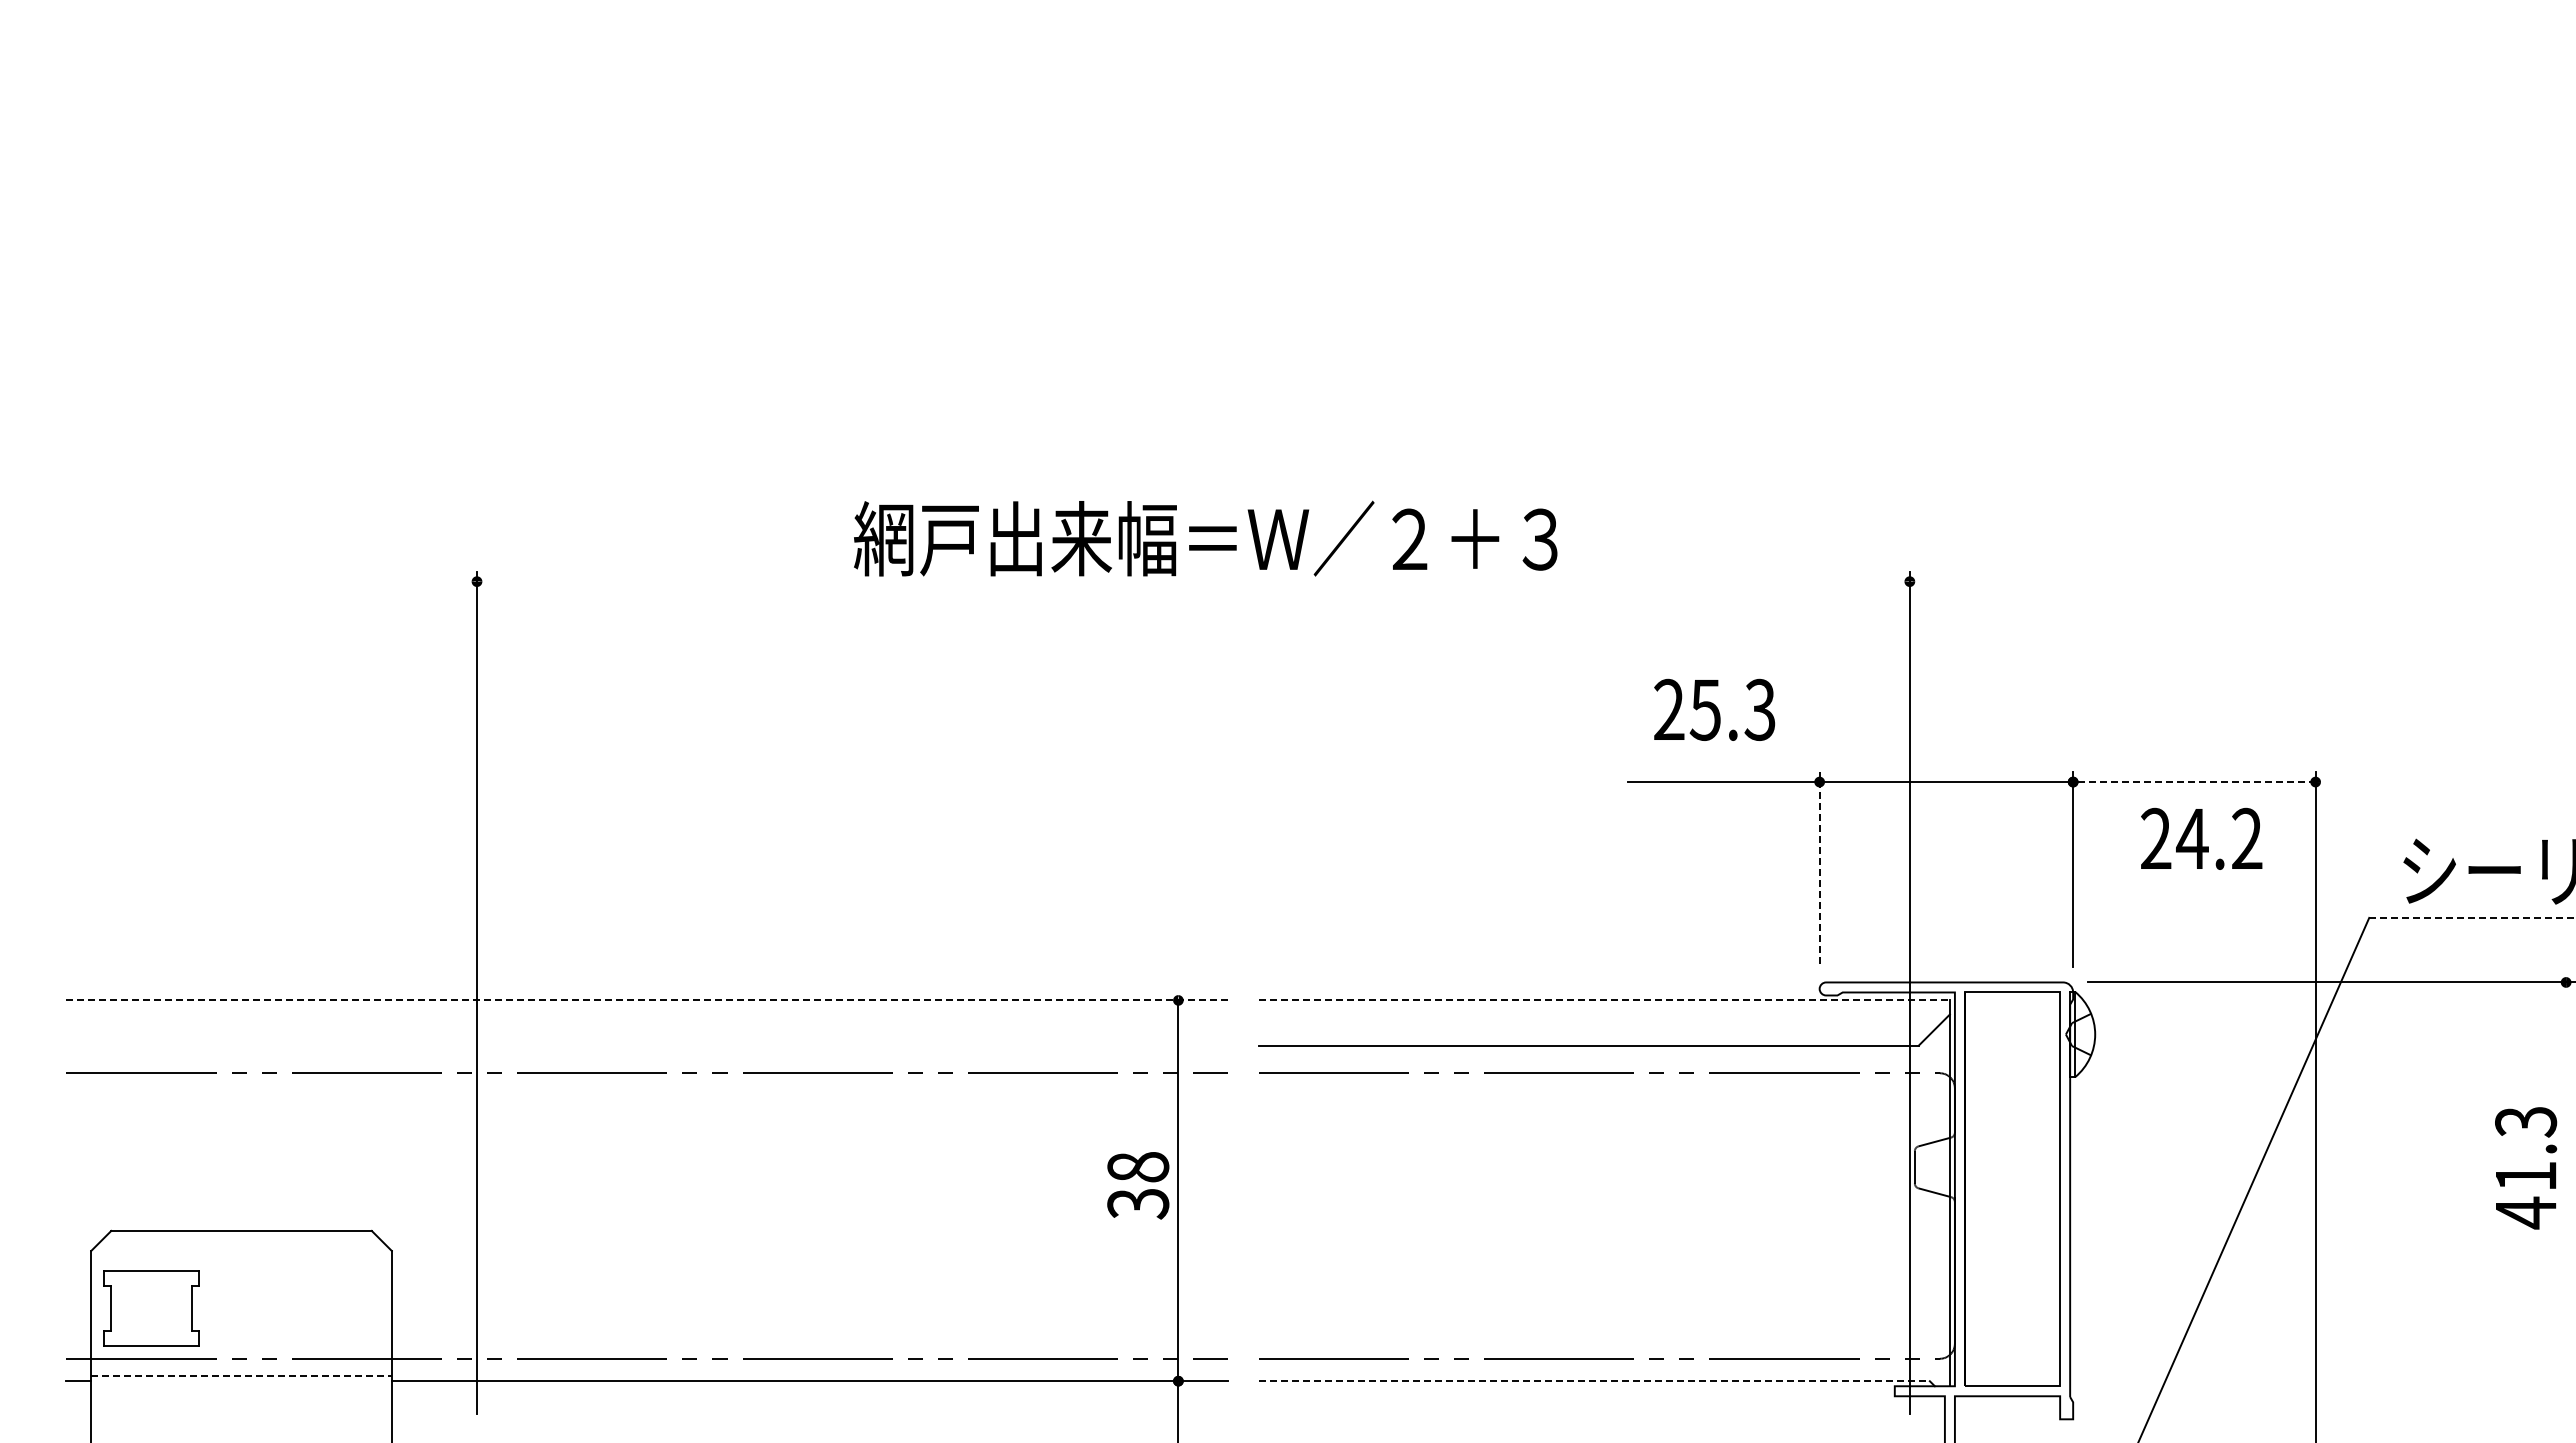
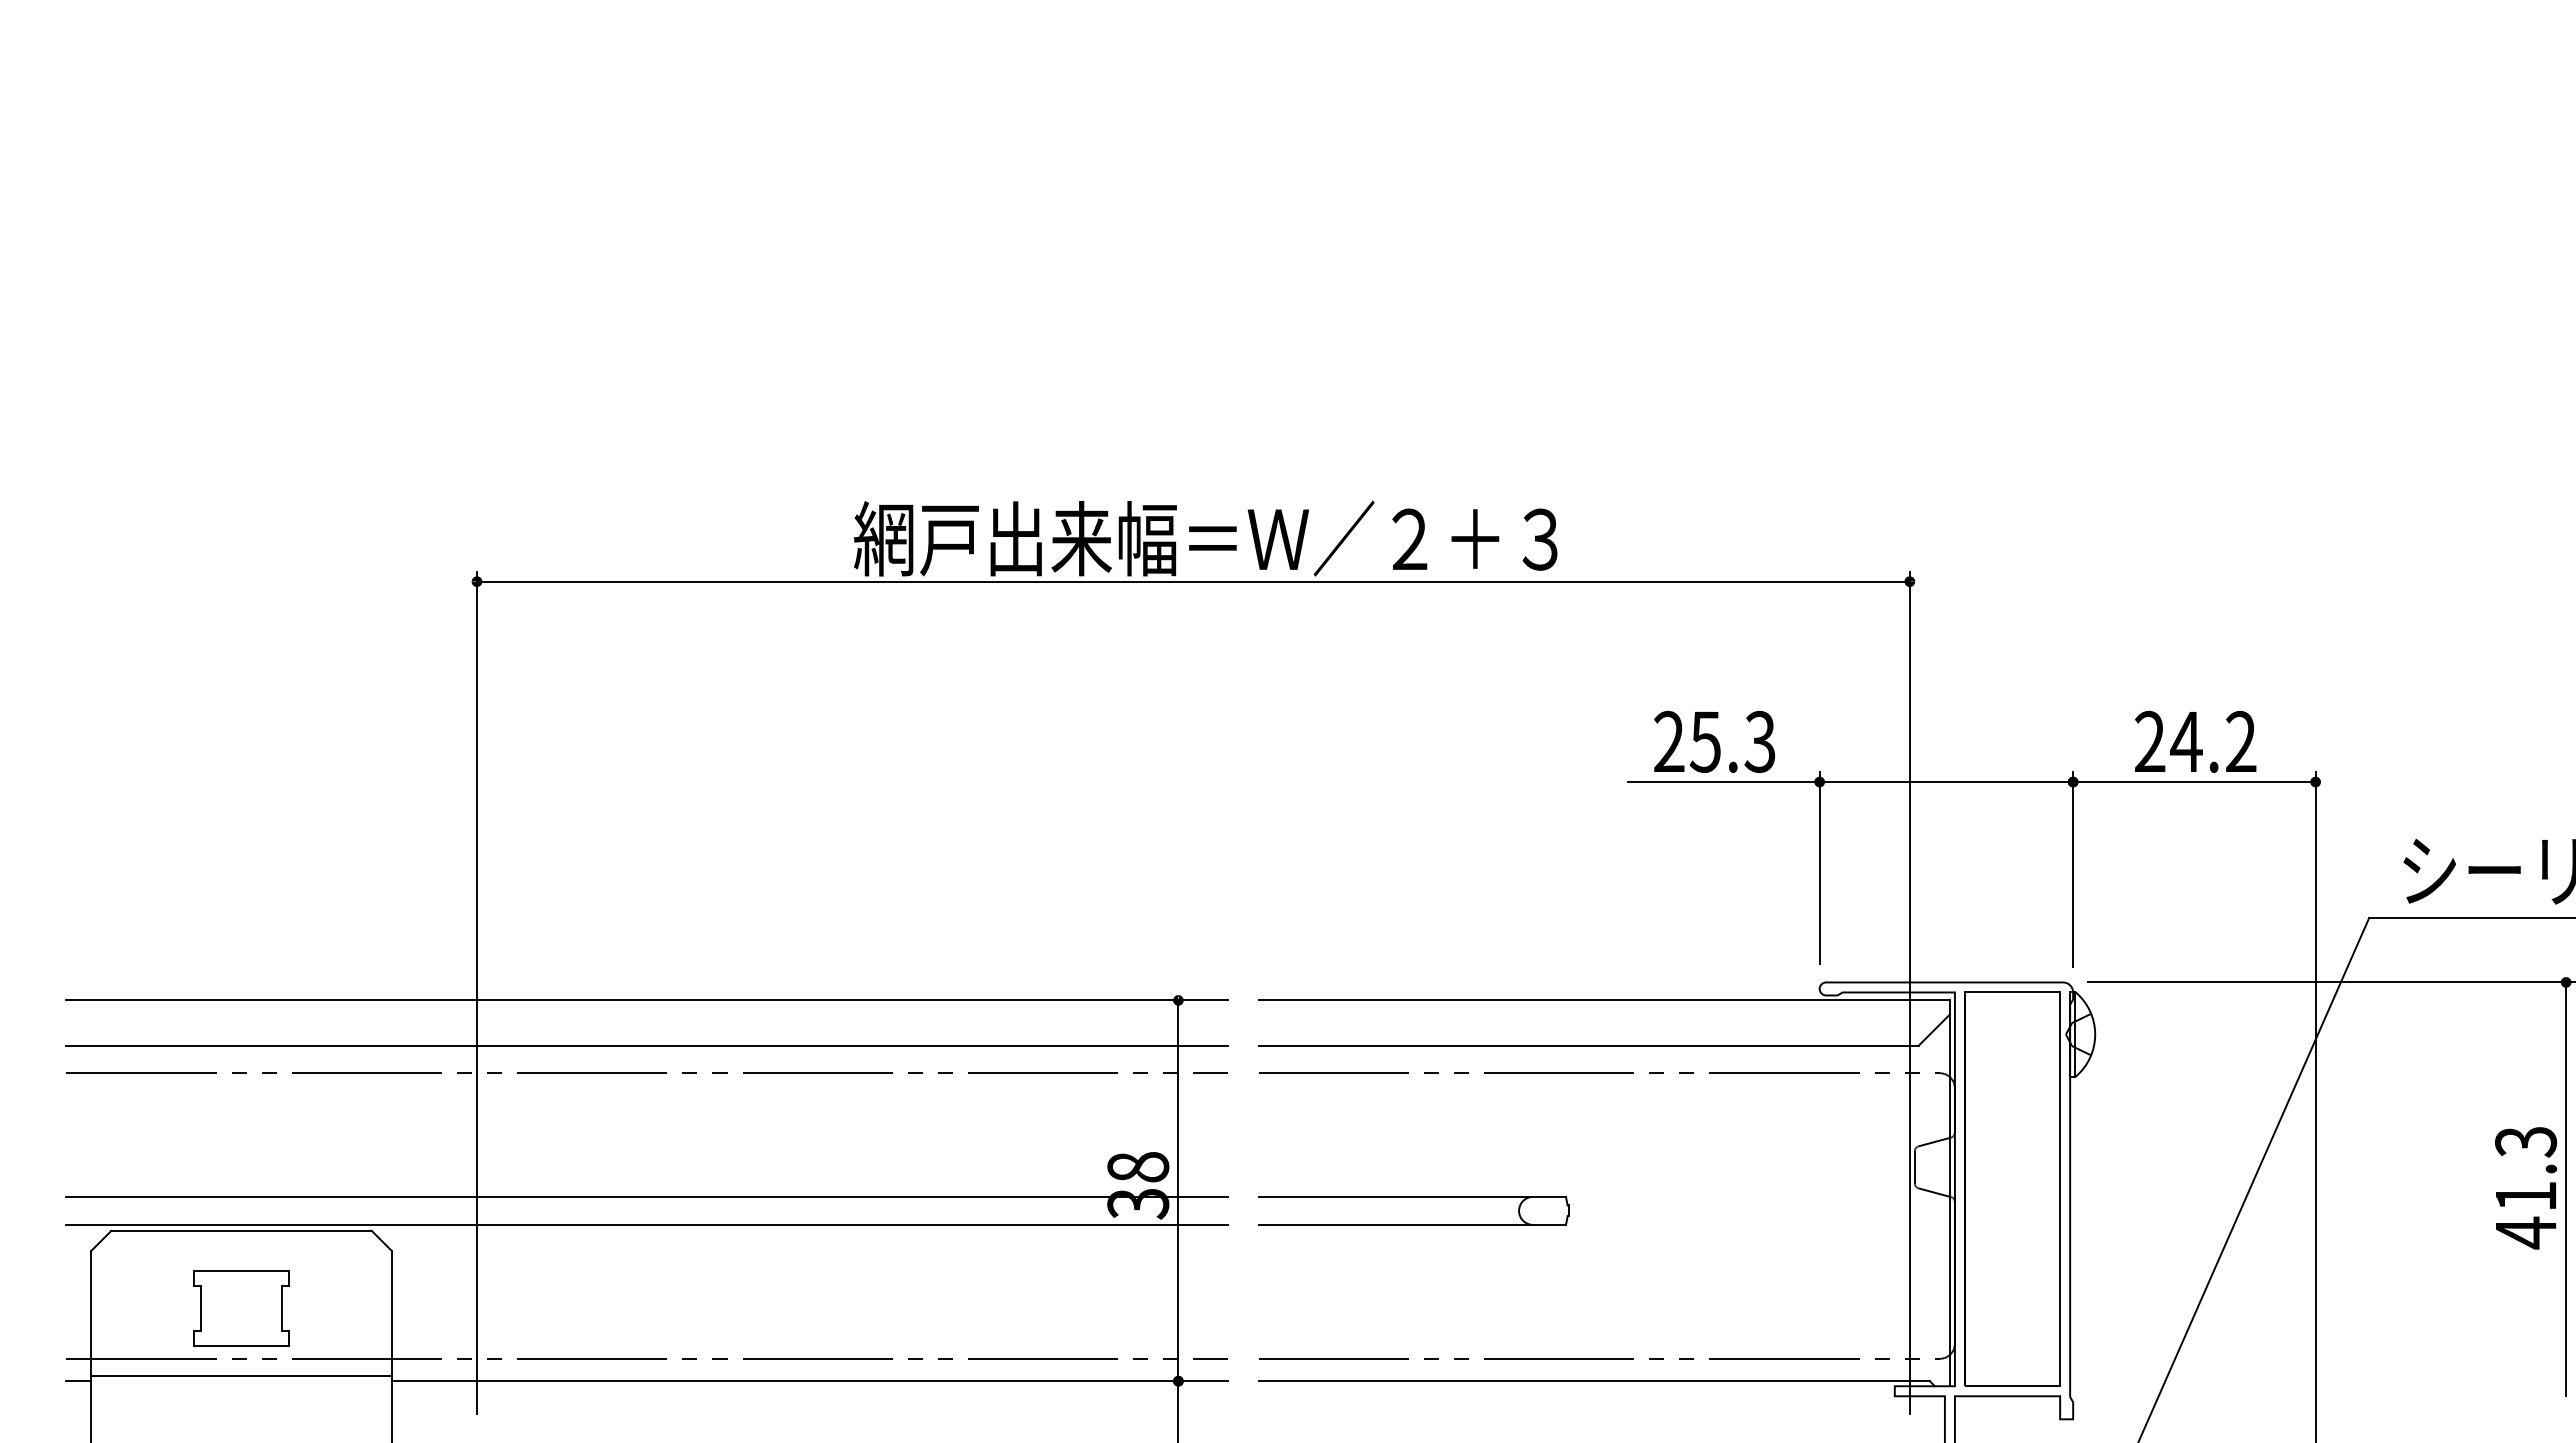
line at (1193, 581): none -> present
text at (1714, 709) position: (1714, 709) -> (1714, 741)
line at (2193, 782): dashed -> solid
text at (2201, 838) position: (2201, 838) -> (2195, 741)
line at (1819, 867): dashed -> solid
line at (2472, 917): dashed -> solid
line at (647, 1000): dashed -> solid
line at (1604, 1000): dashed -> solid
line at (647, 1045): none -> present
text at (2526, 1168) position: (2526, 1168) -> (2526, 1188)
line at (2566, 1189): none -> present
line at (647, 1196): none -> present
part at (1413, 1197): none -> present
line at (647, 1224): none -> present
part at (151, 1308) position: (151, 1308) -> (241, 1308)
line at (242, 1376): dashed -> solid
line at (1594, 1381): dashed -> solid
